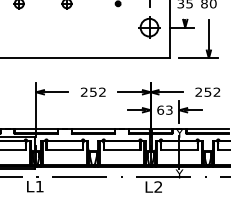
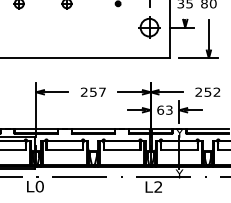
text at (102, 91): 252 -> 257
text at (39, 186): L1 -> L0
